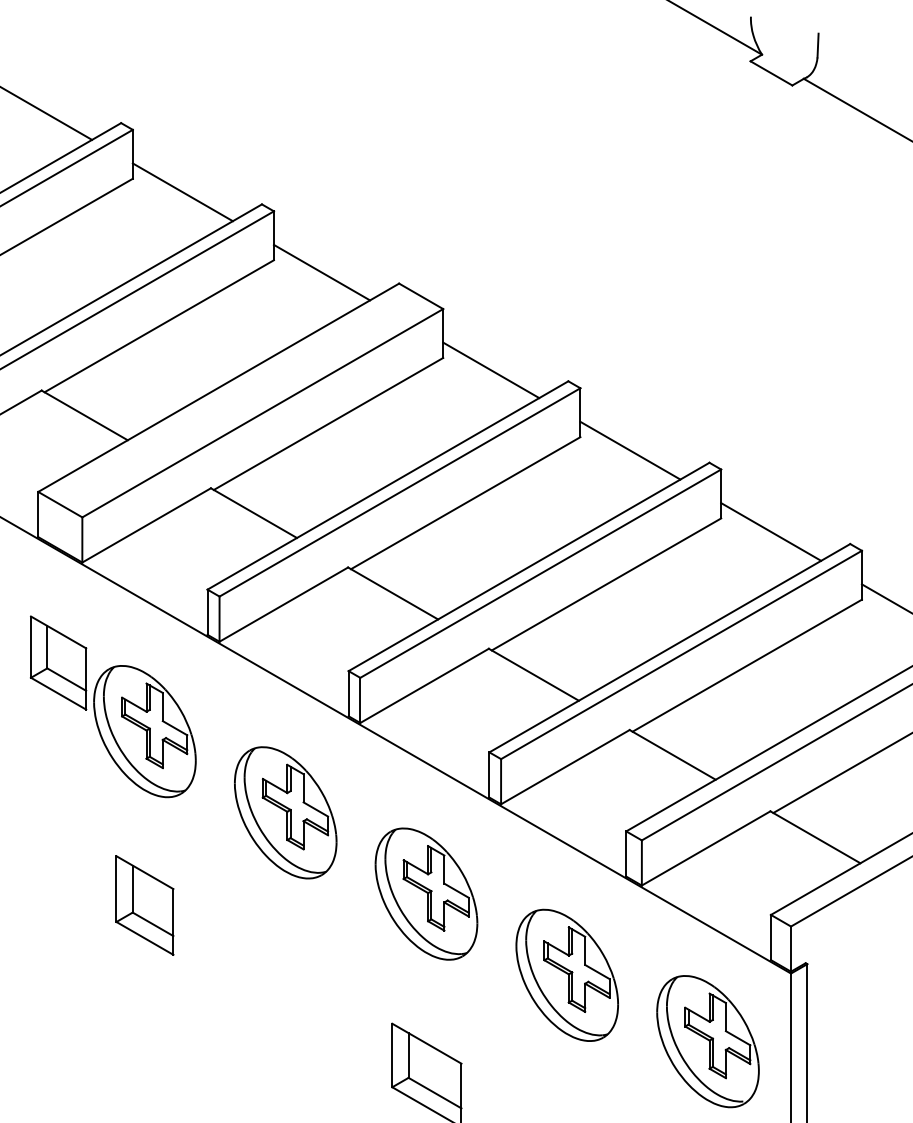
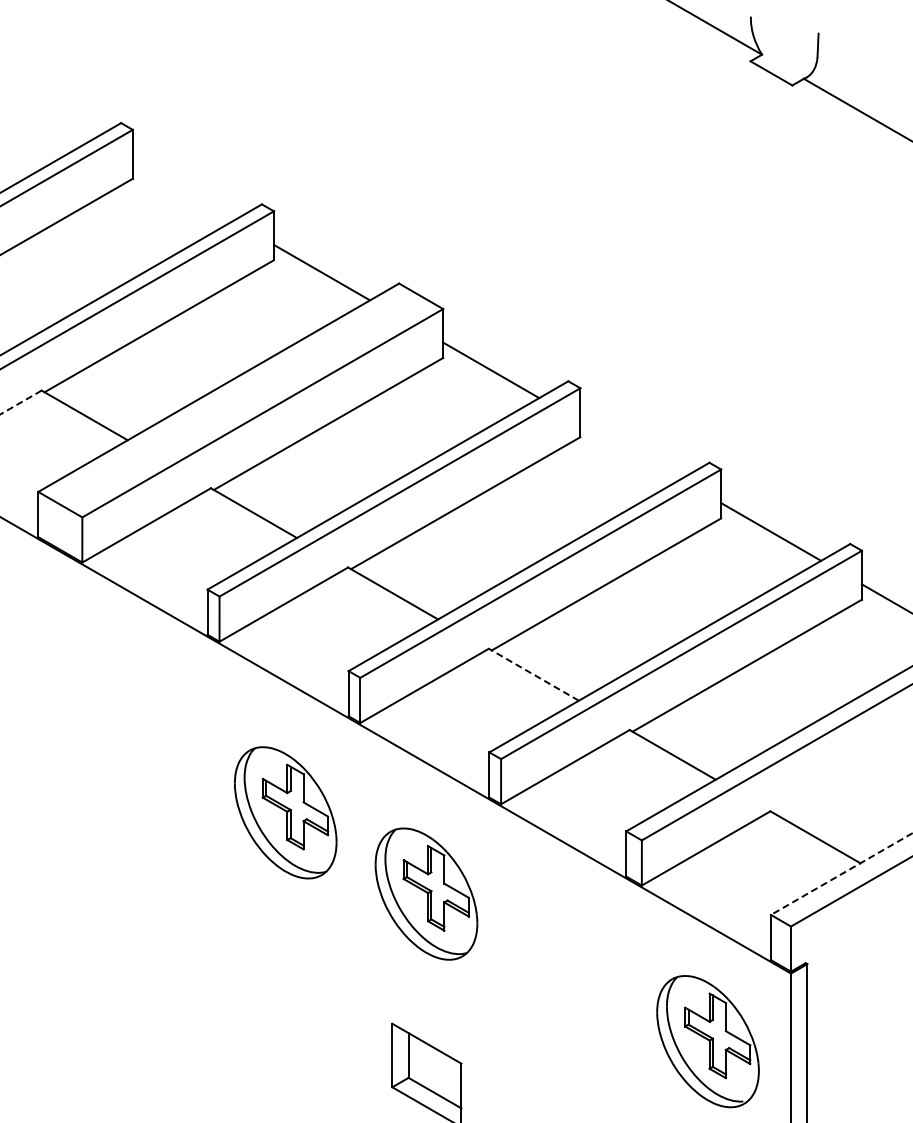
line at (47, 113): present -> none
line at (182, 192): present -> none
line at (20, 402): solid -> dashed
line at (630, 450): present -> none
line at (533, 674): solid -> dashed
part at (112, 706): present -> none
line at (841, 773): present -> none
line at (841, 873): solid -> dashed
part at (144, 905): present -> none
part at (566, 974): present -> none
